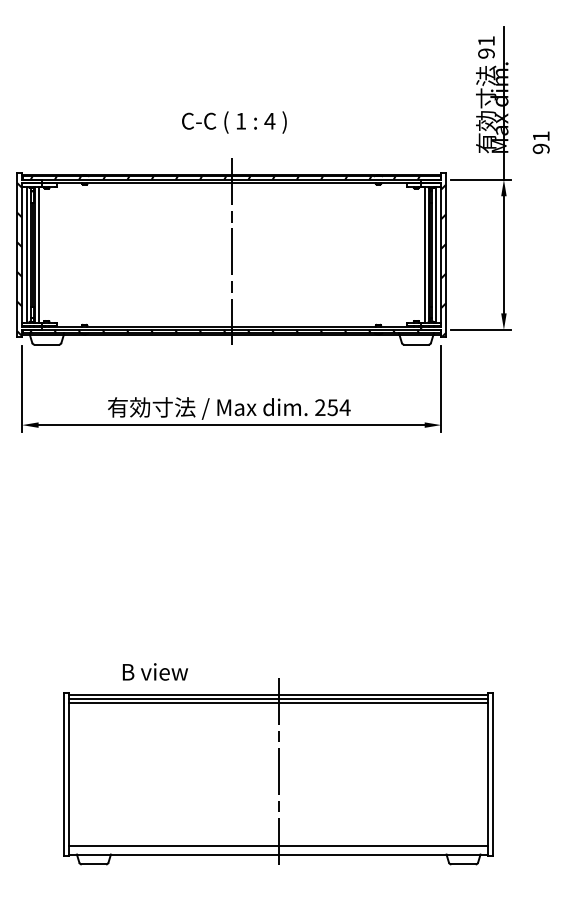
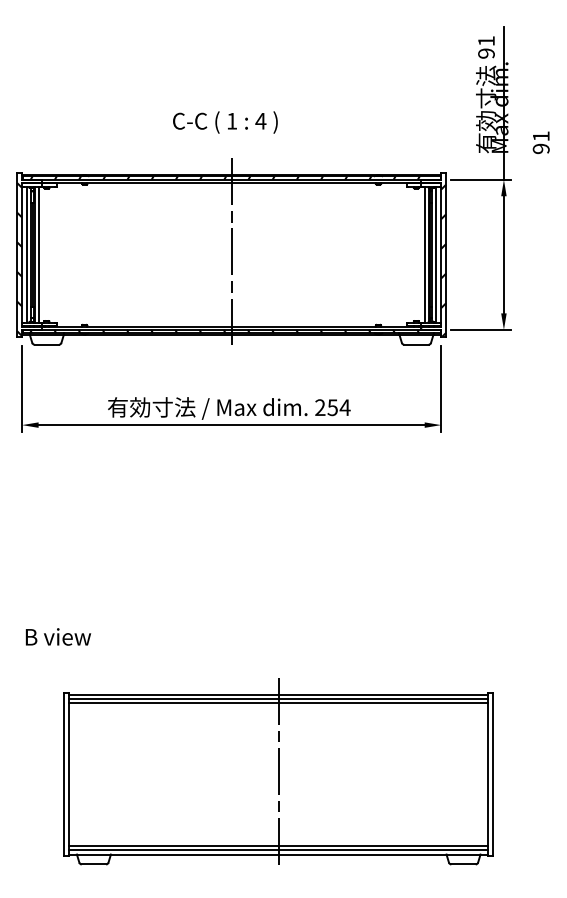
text at (234, 122) position: (234, 122) -> (225, 122)
text at (155, 671) position: (155, 671) -> (58, 636)
line at (278, 849): none -> present
